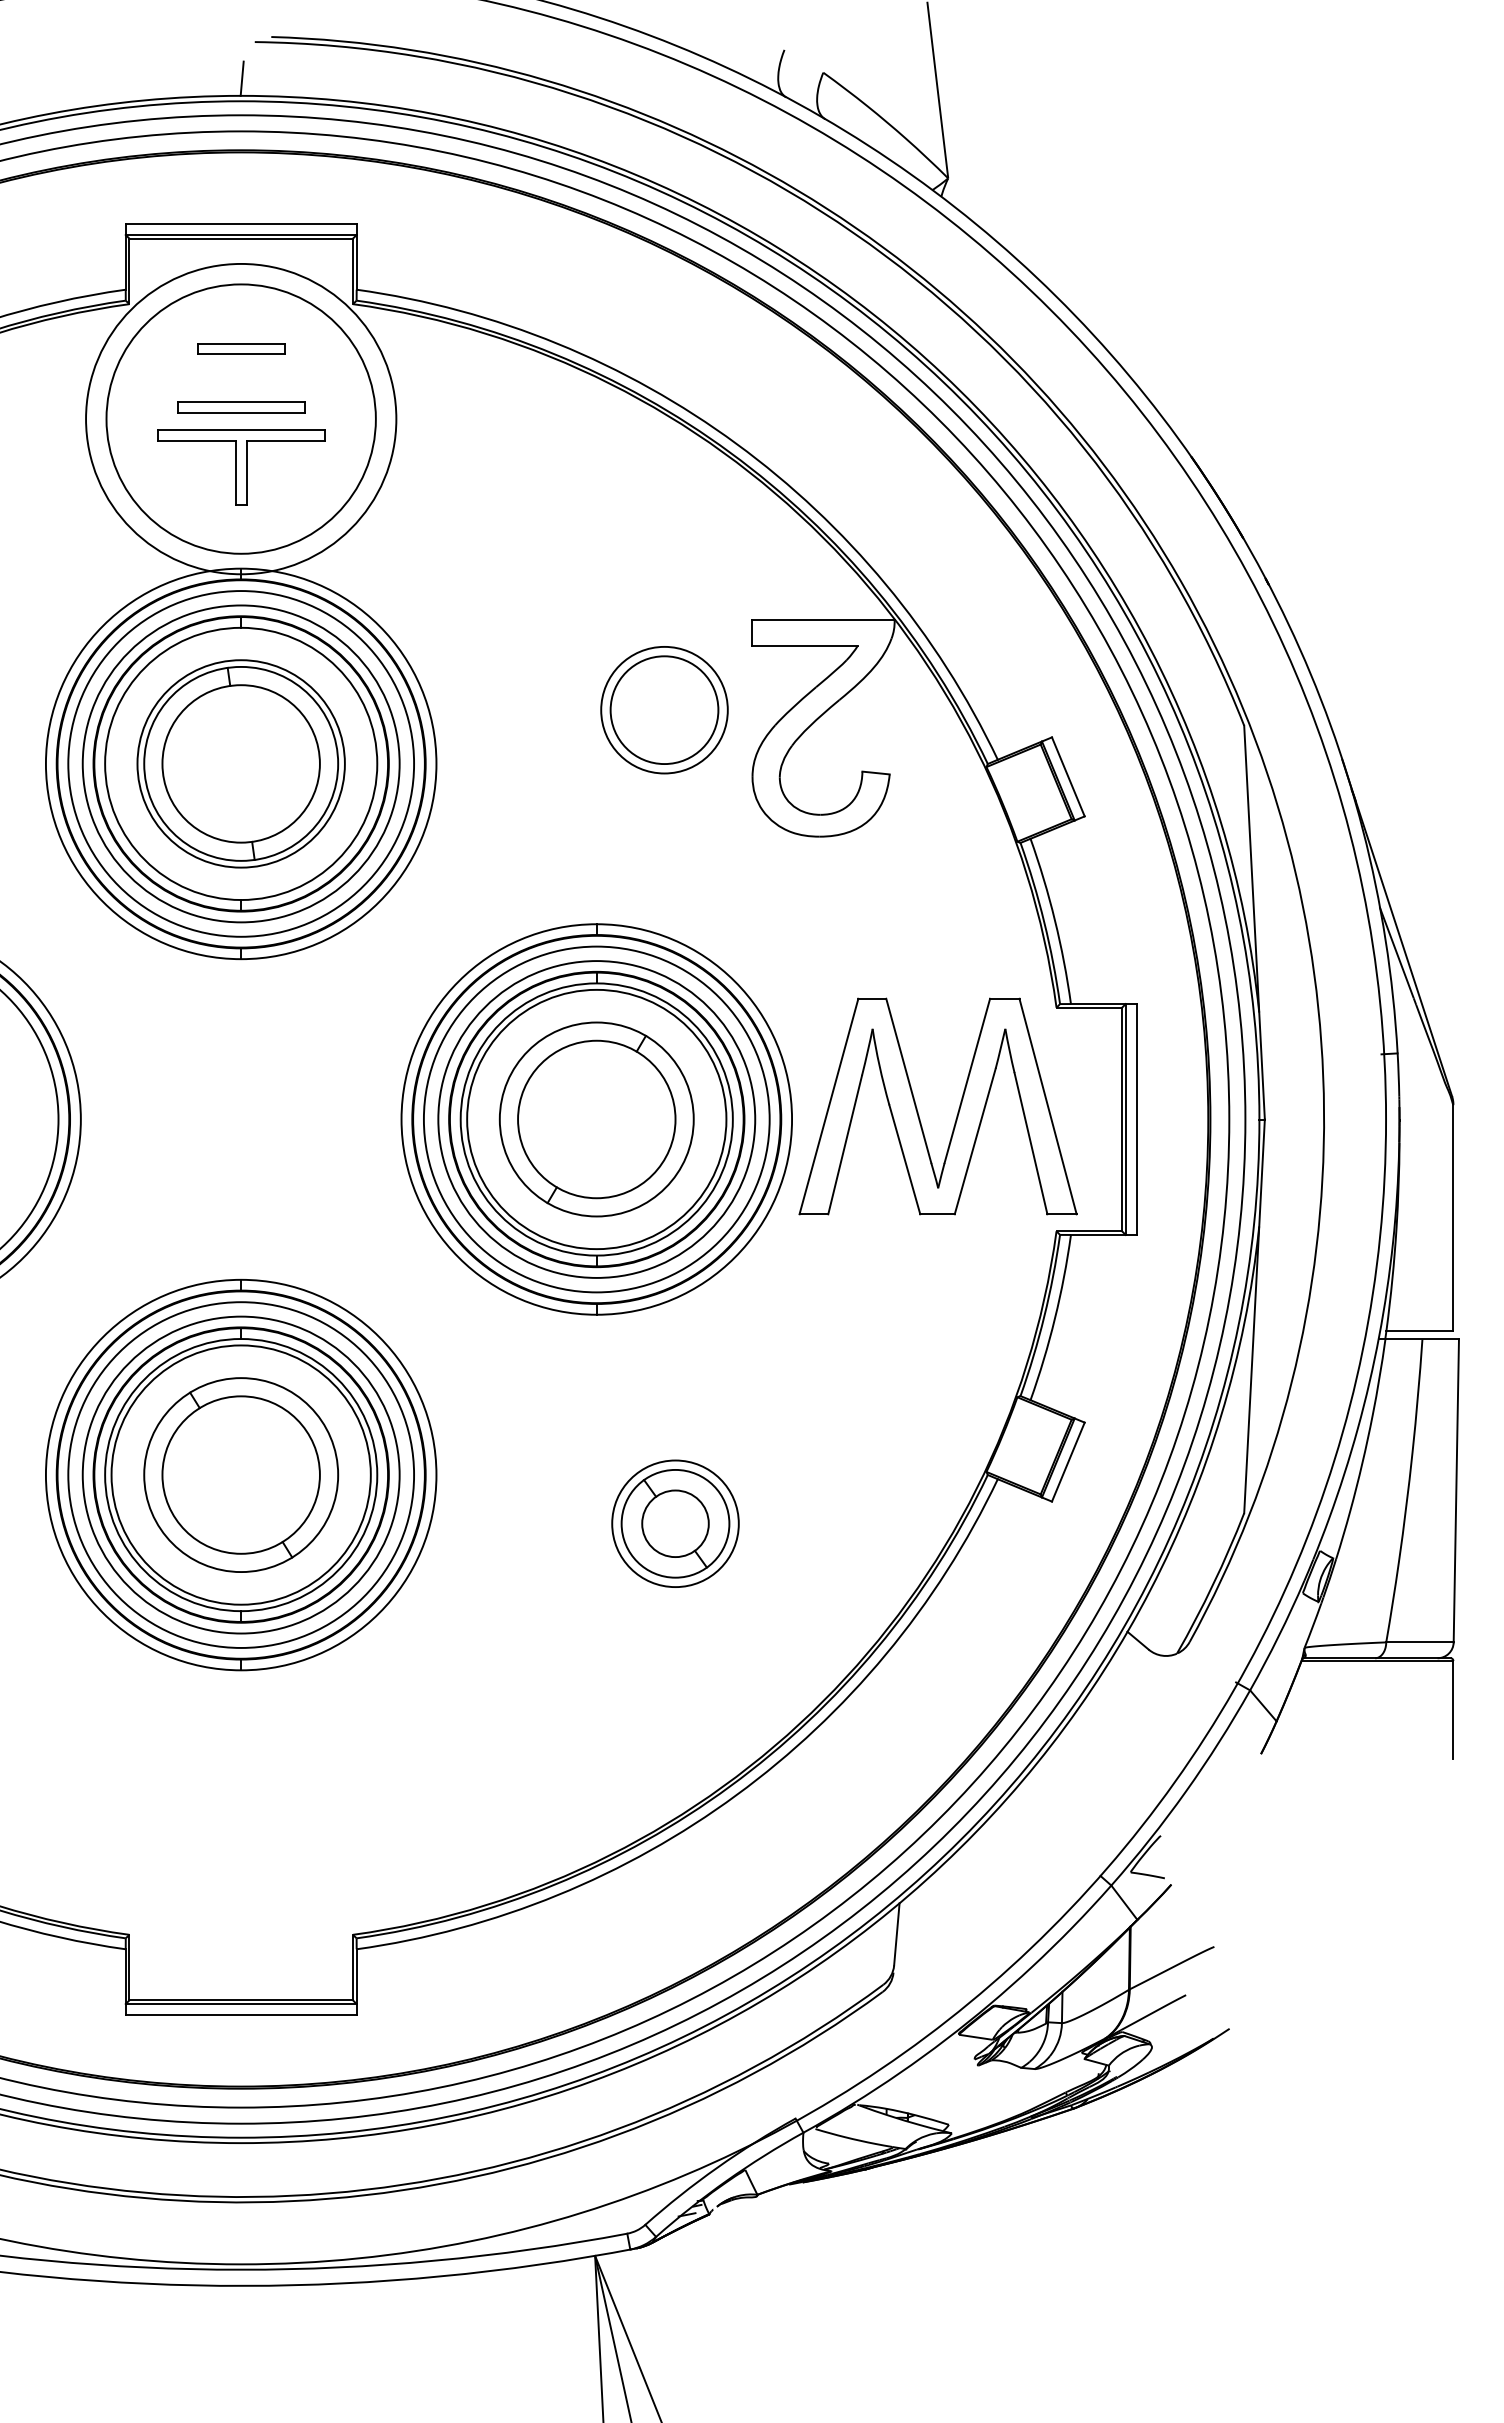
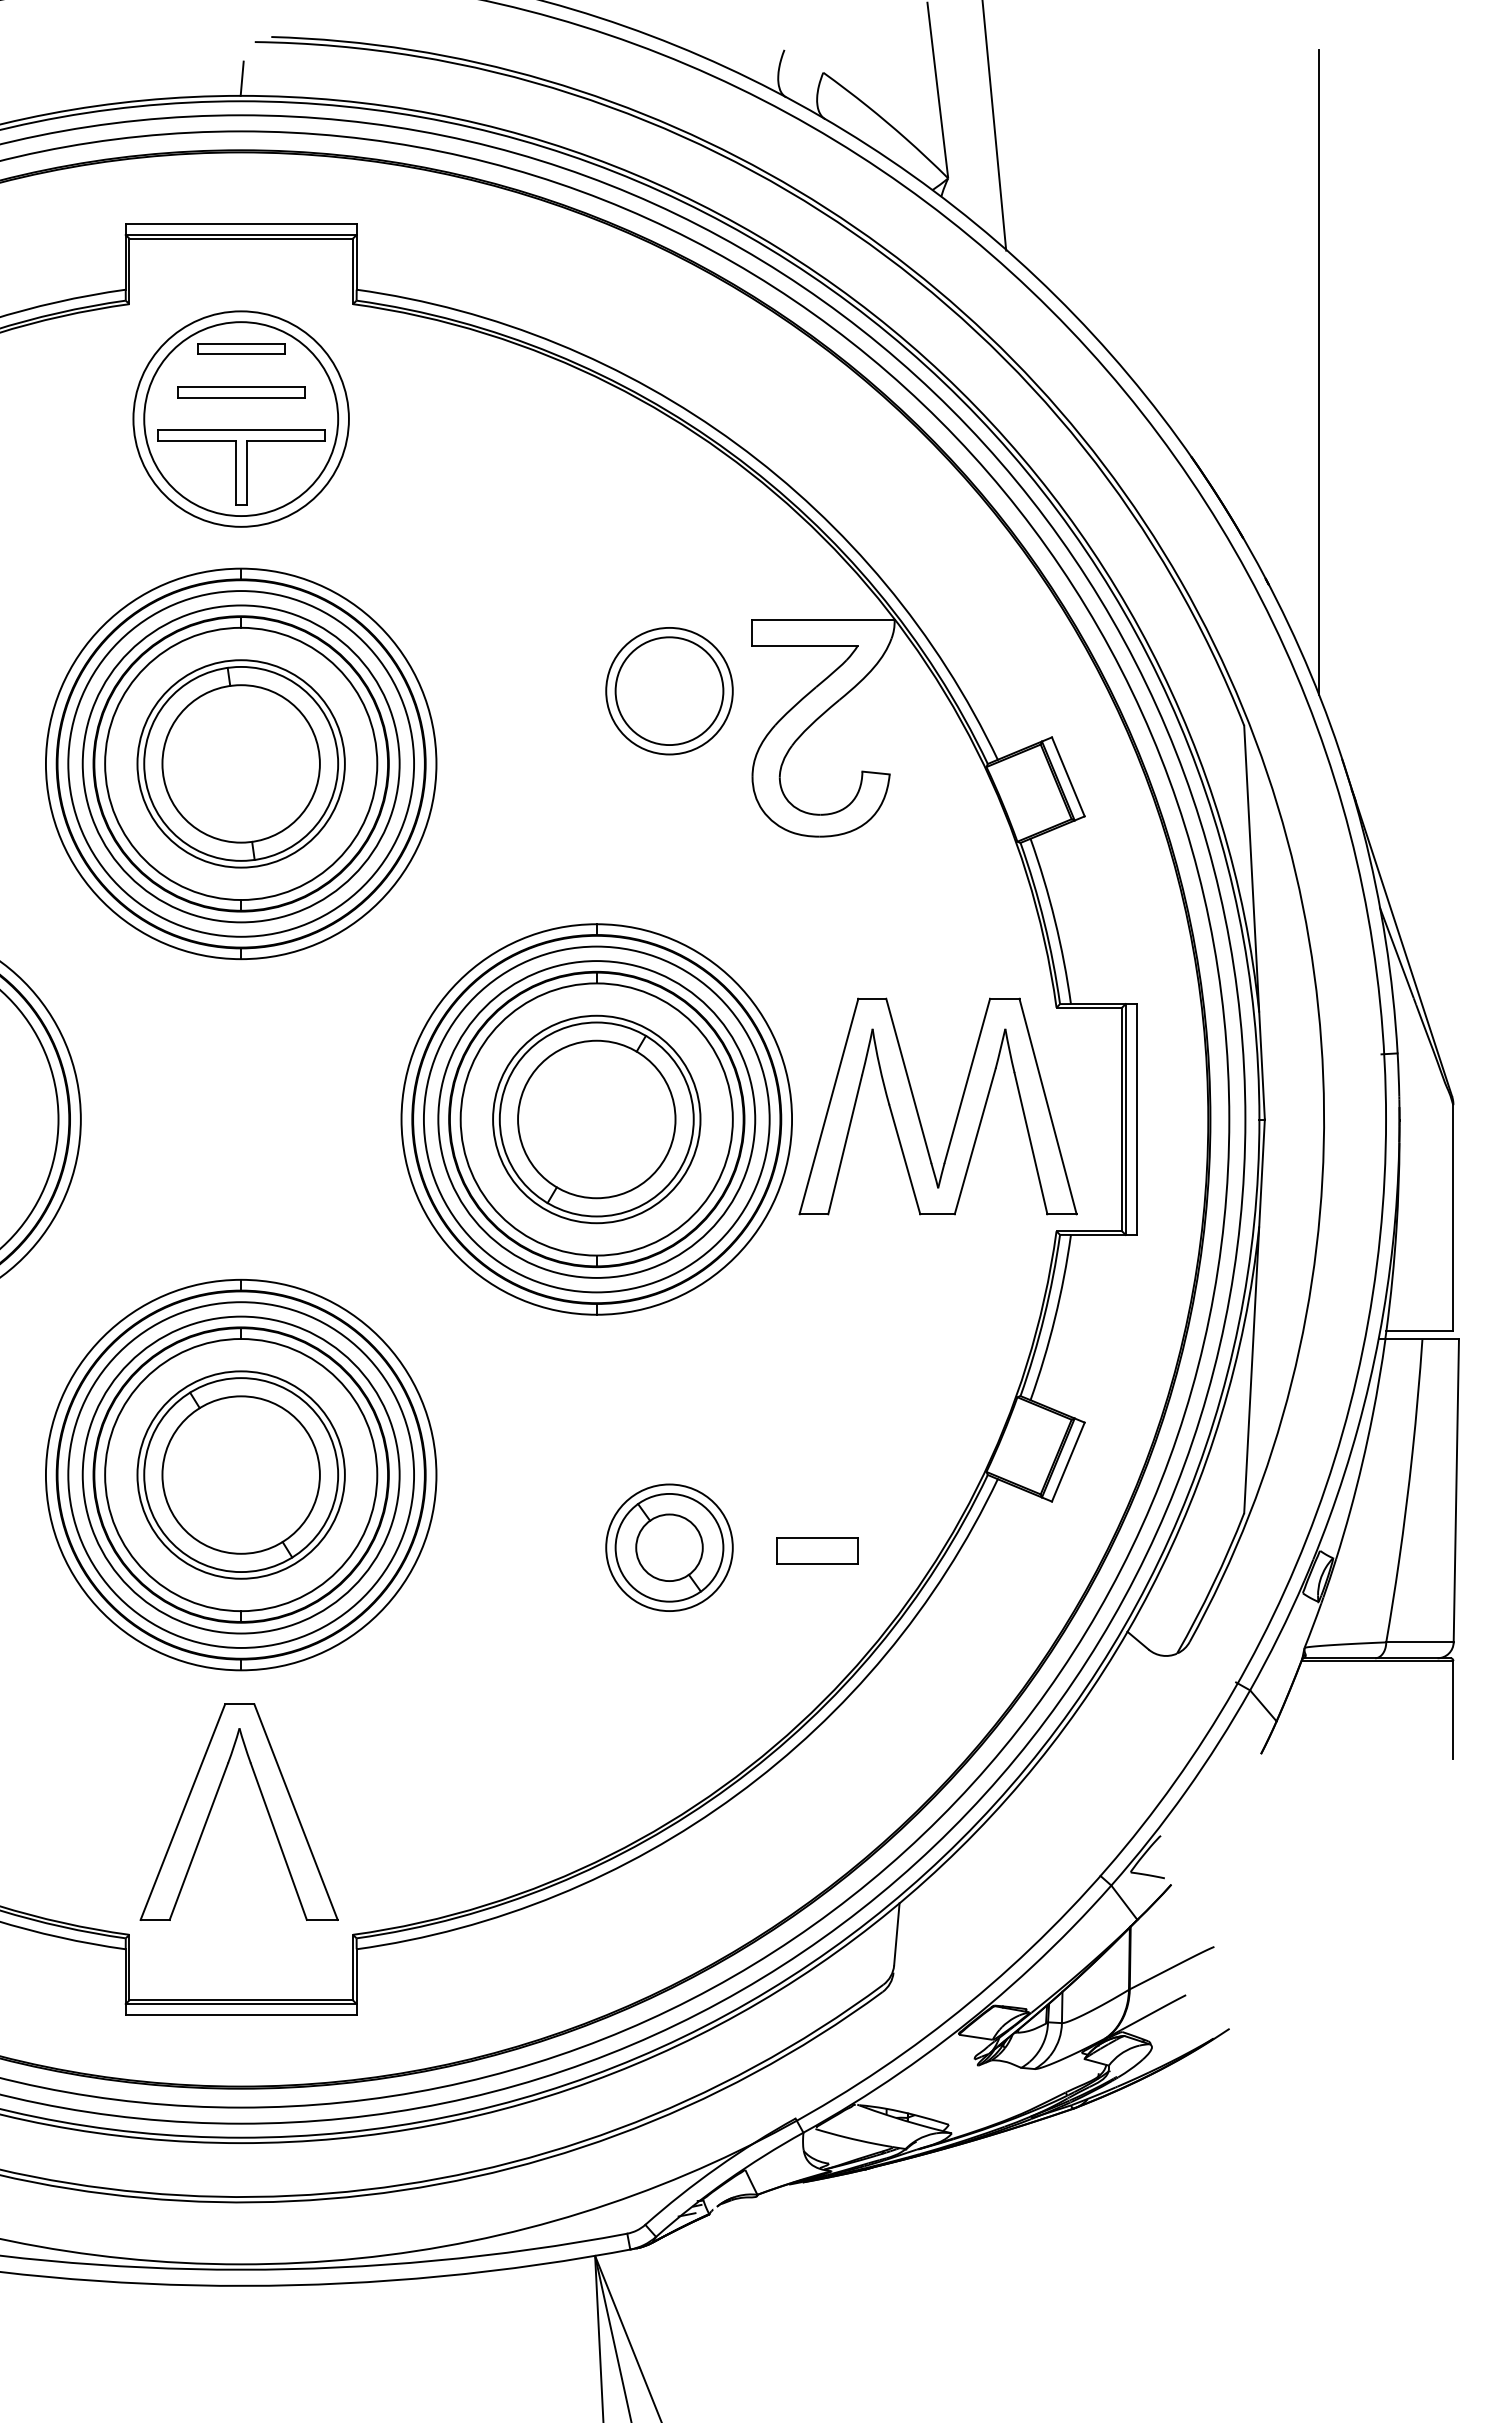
line at (994, 126): none -> present
line at (1318, 371): none -> present
part at (241, 407) position: (241, 407) -> (241, 392)
circle at (240, 418) diameter: 269 px -> 216 px
circle at (241, 418) diameter: 310 px -> 194 px
part at (664, 710) position: (664, 710) -> (669, 691)
circle at (596, 1119) diameter: 259 px -> 207 px
circle at (240, 1474) diameter: 259 px -> 207 px
part at (675, 1523) position: (675, 1523) -> (669, 1547)
part at (817, 1550): none -> present
part at (214, 1803): none -> present
